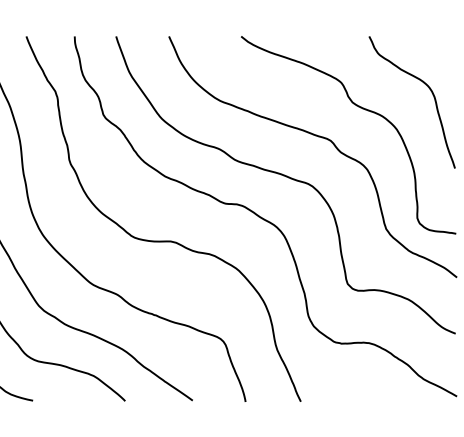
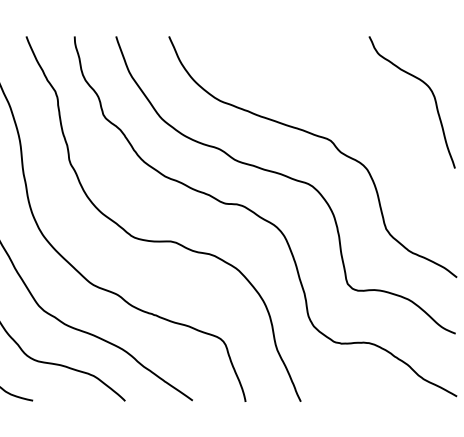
curve at (362, 109): present -> none
